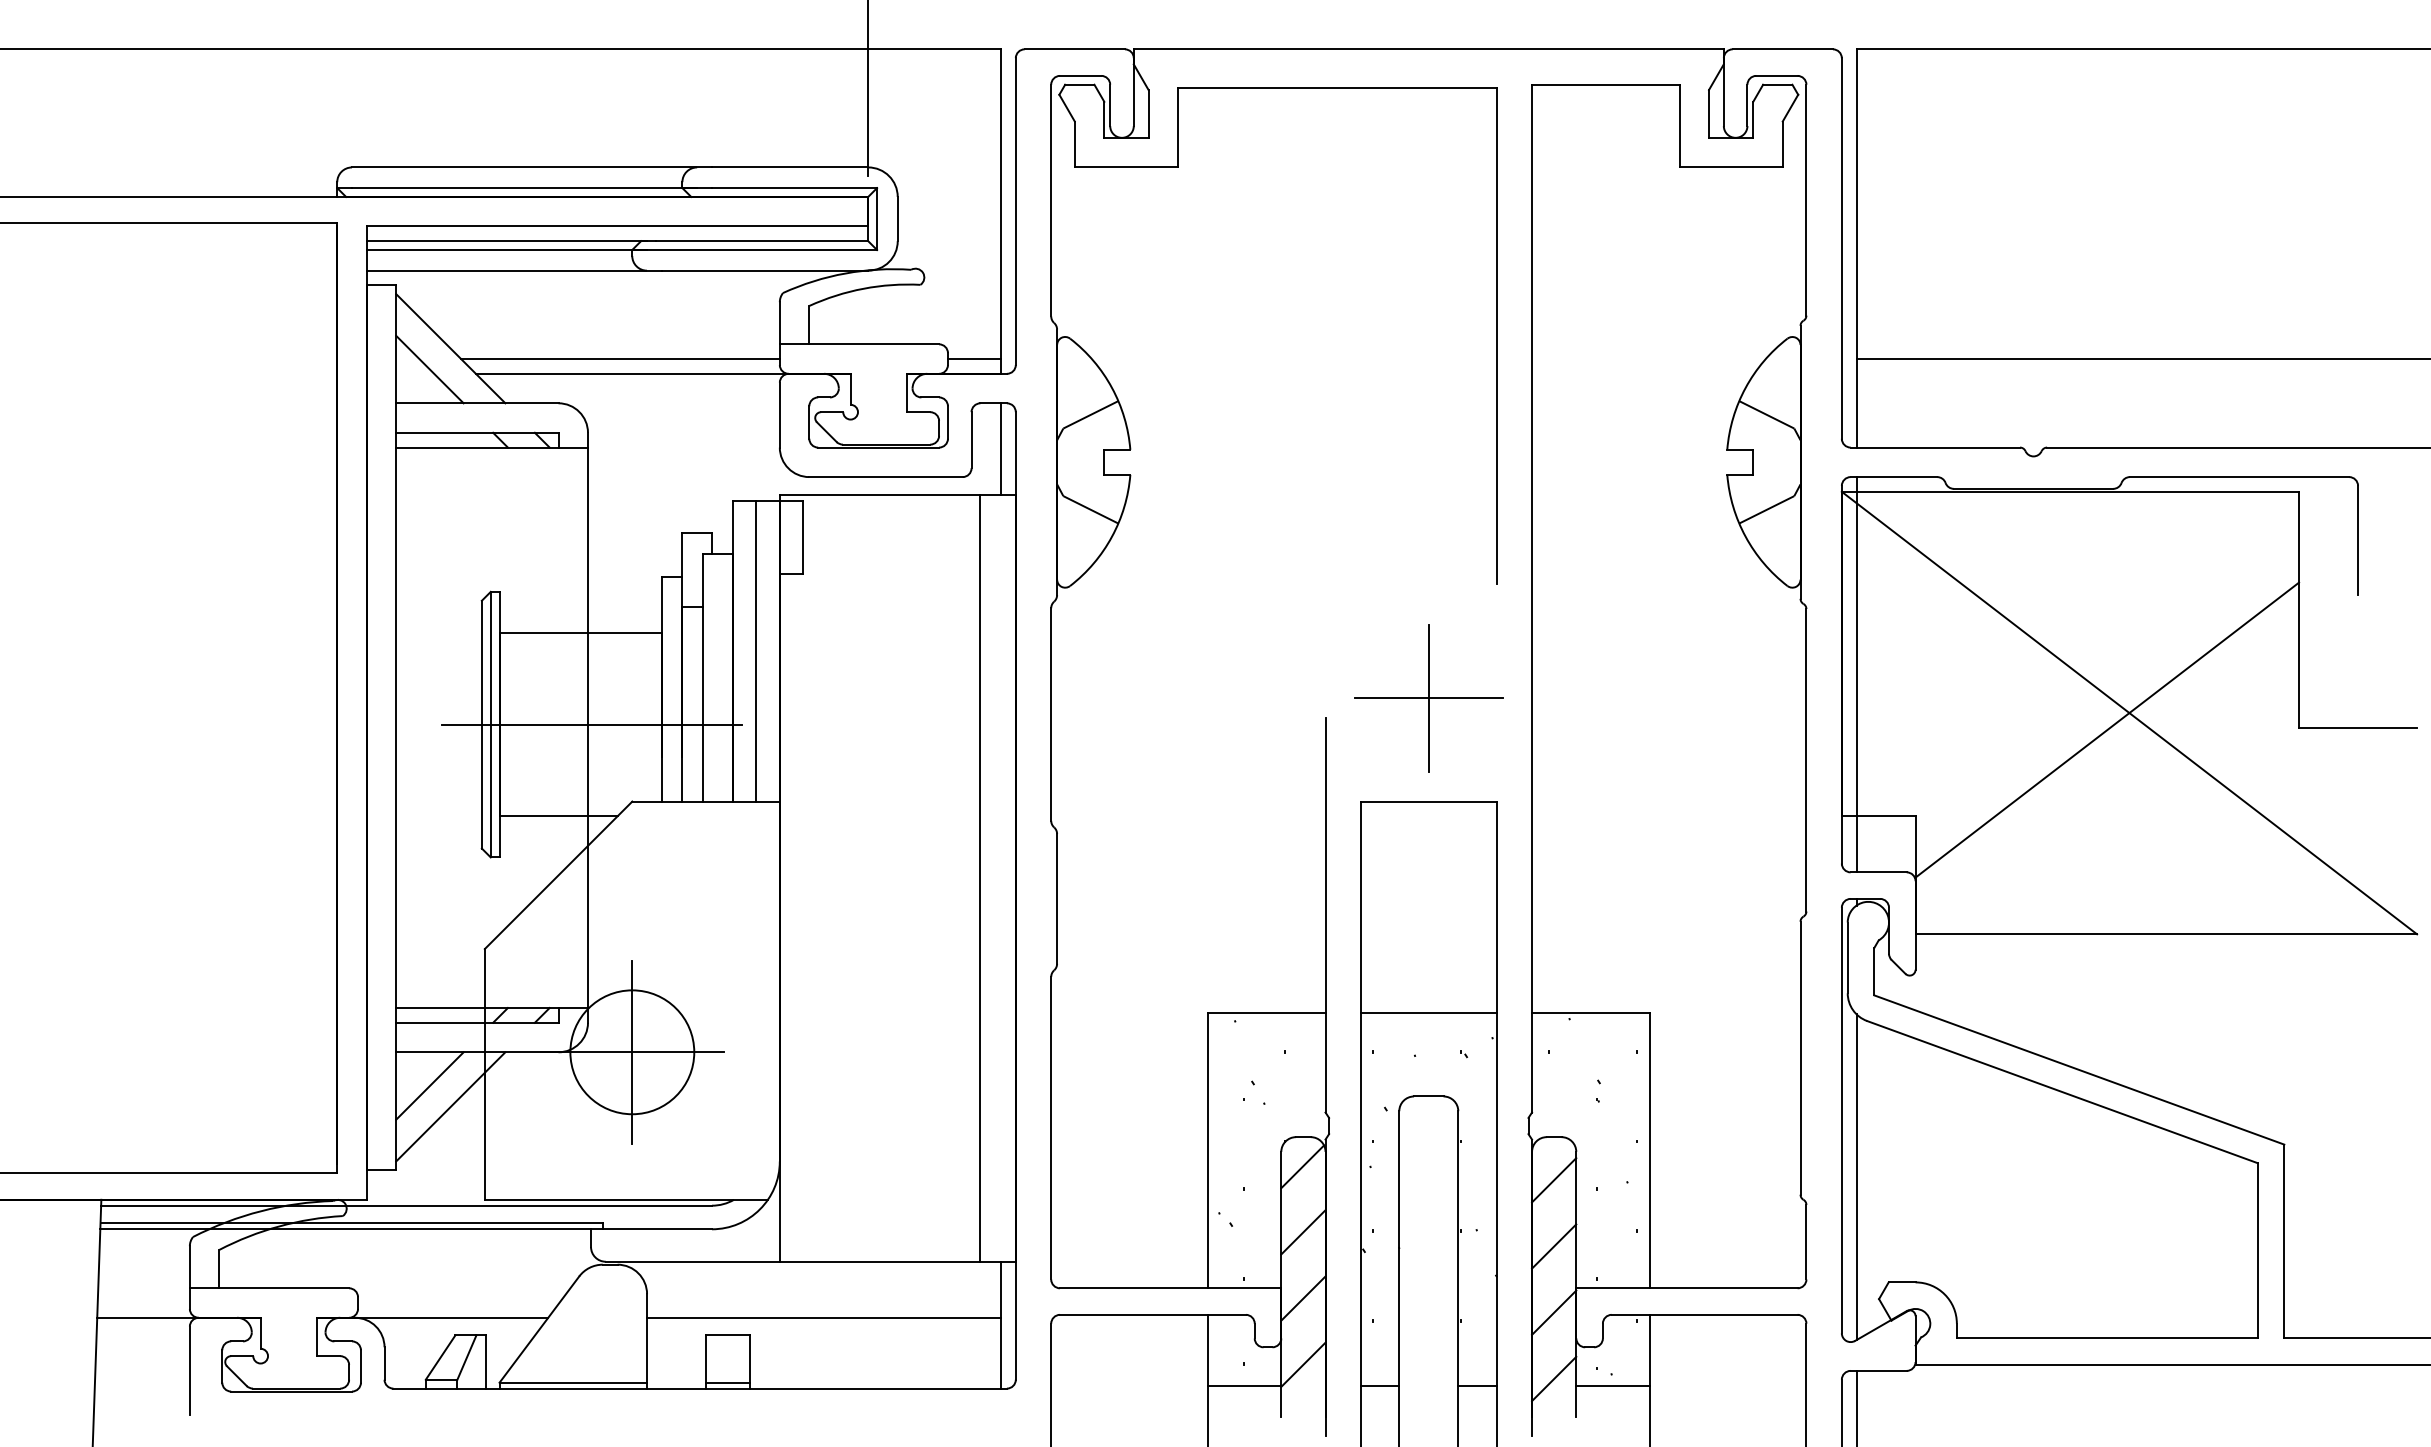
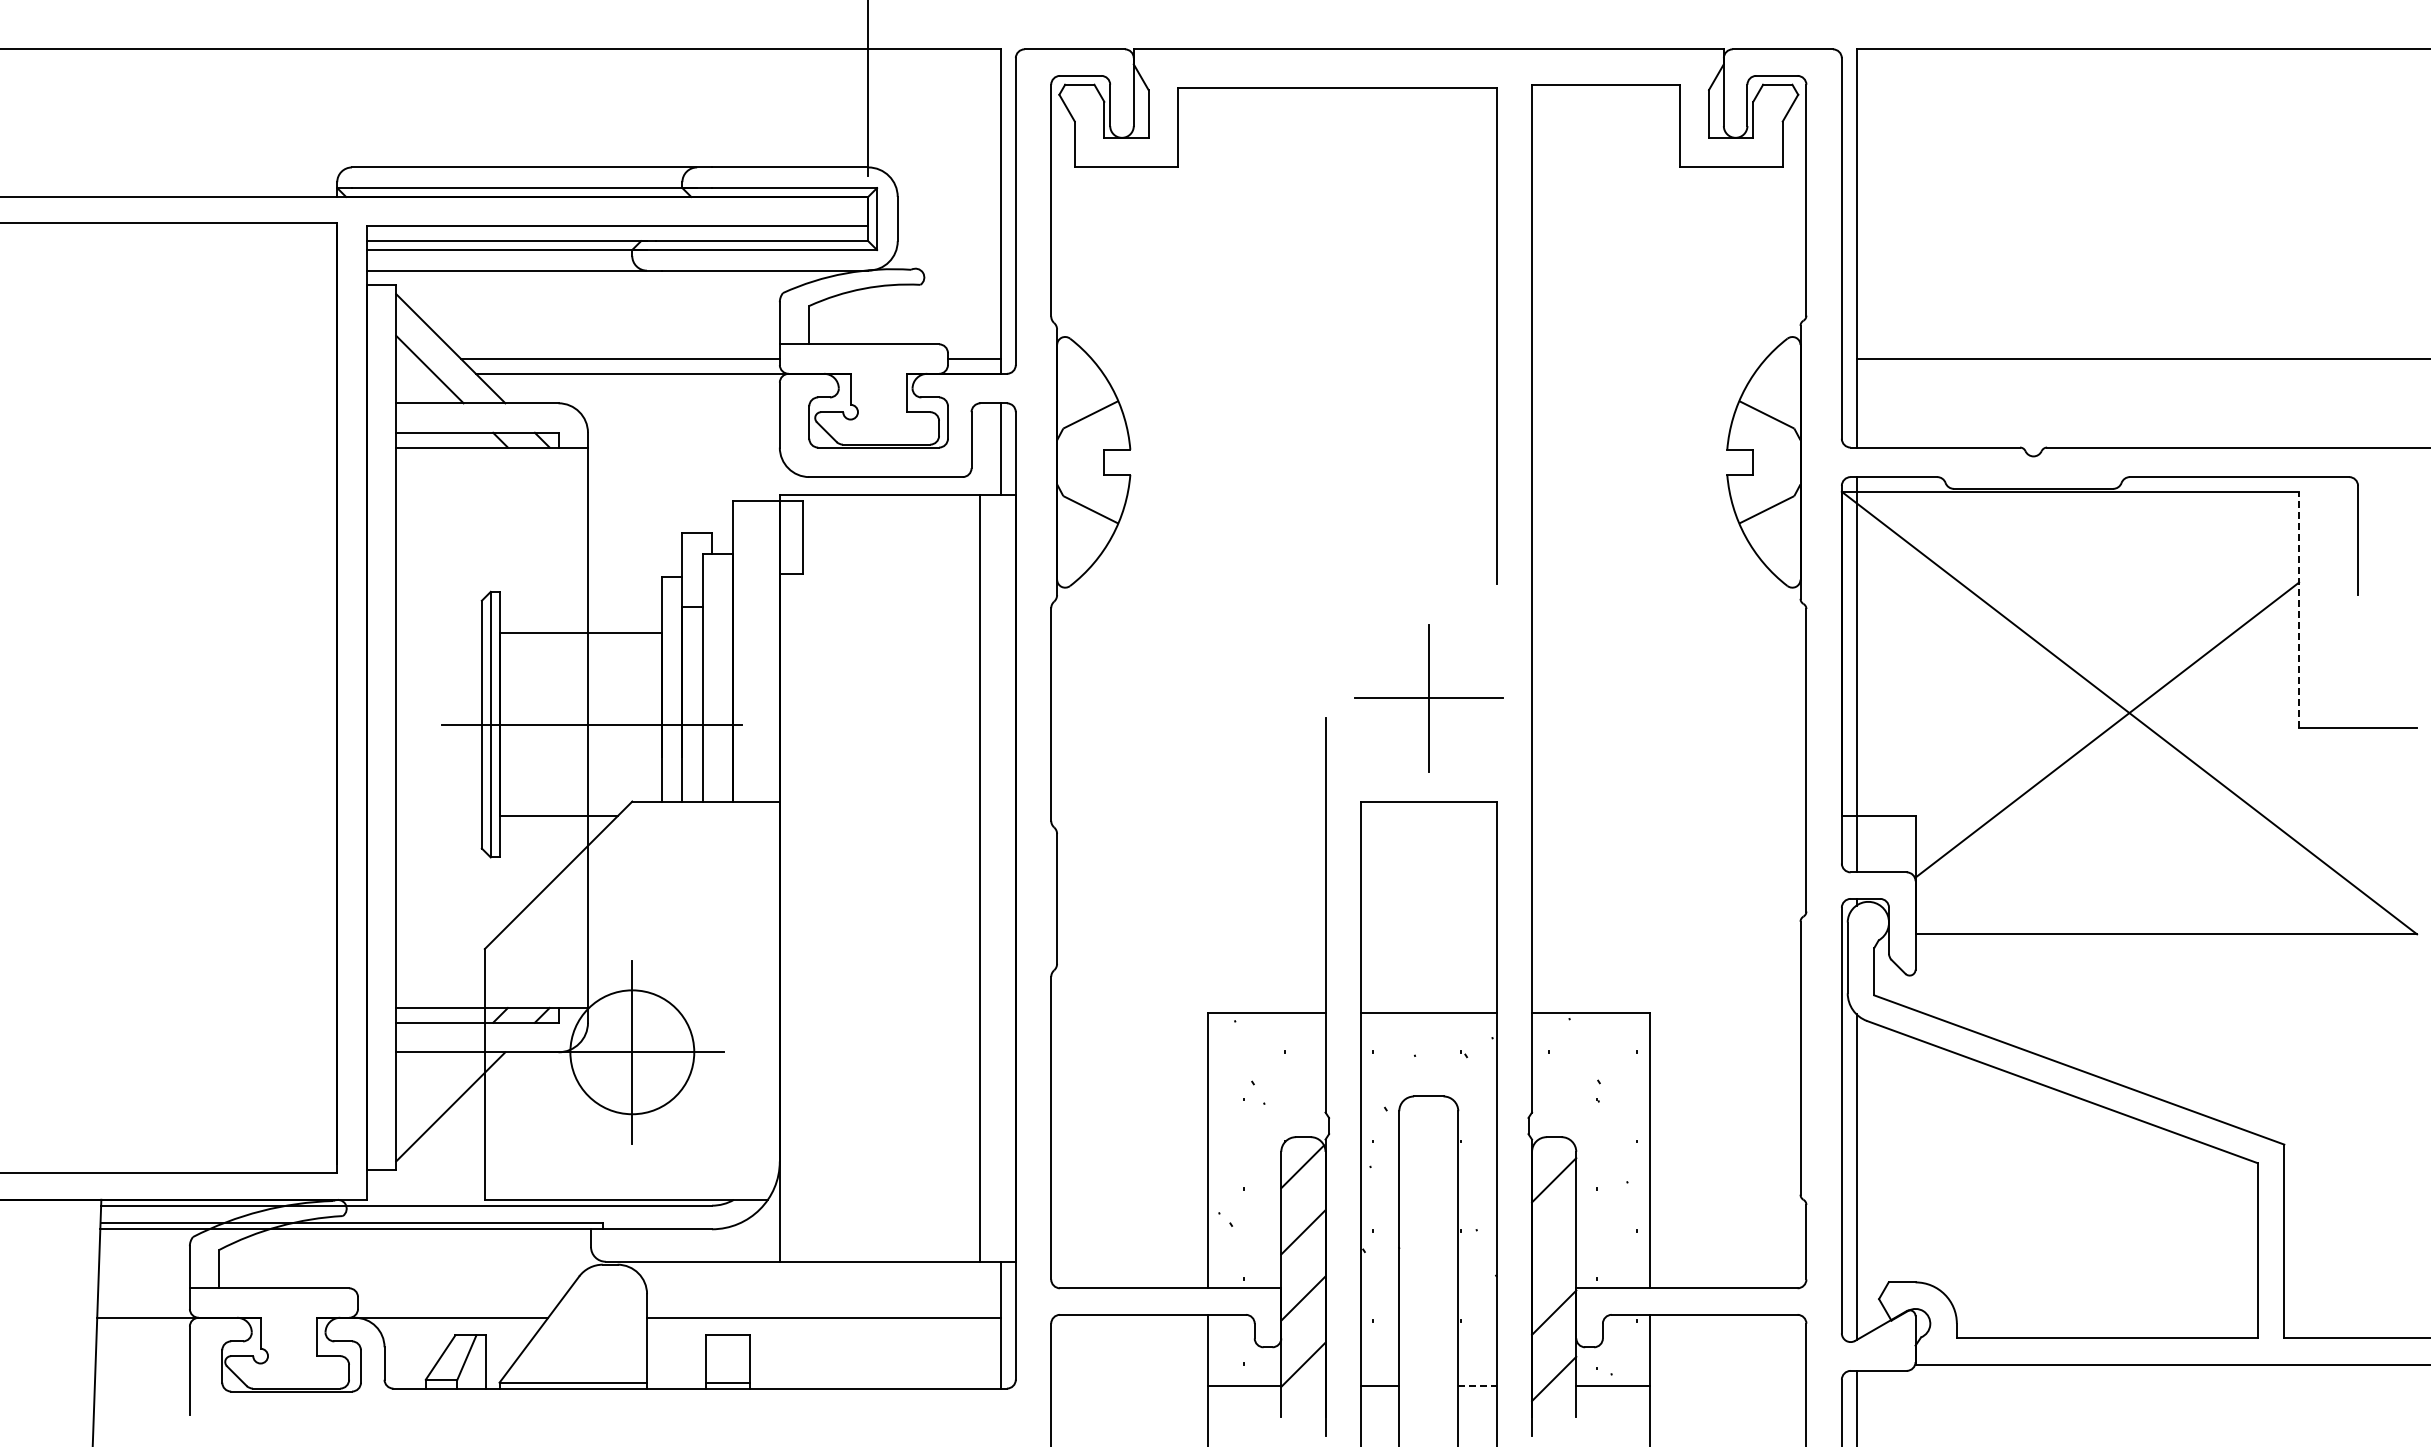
line at (2299, 609): solid -> dashed
line at (756, 650): present -> none
line at (429, 1085): present -> none
line at (1554, 1246): present -> none
line at (1477, 1386): solid -> dashed
